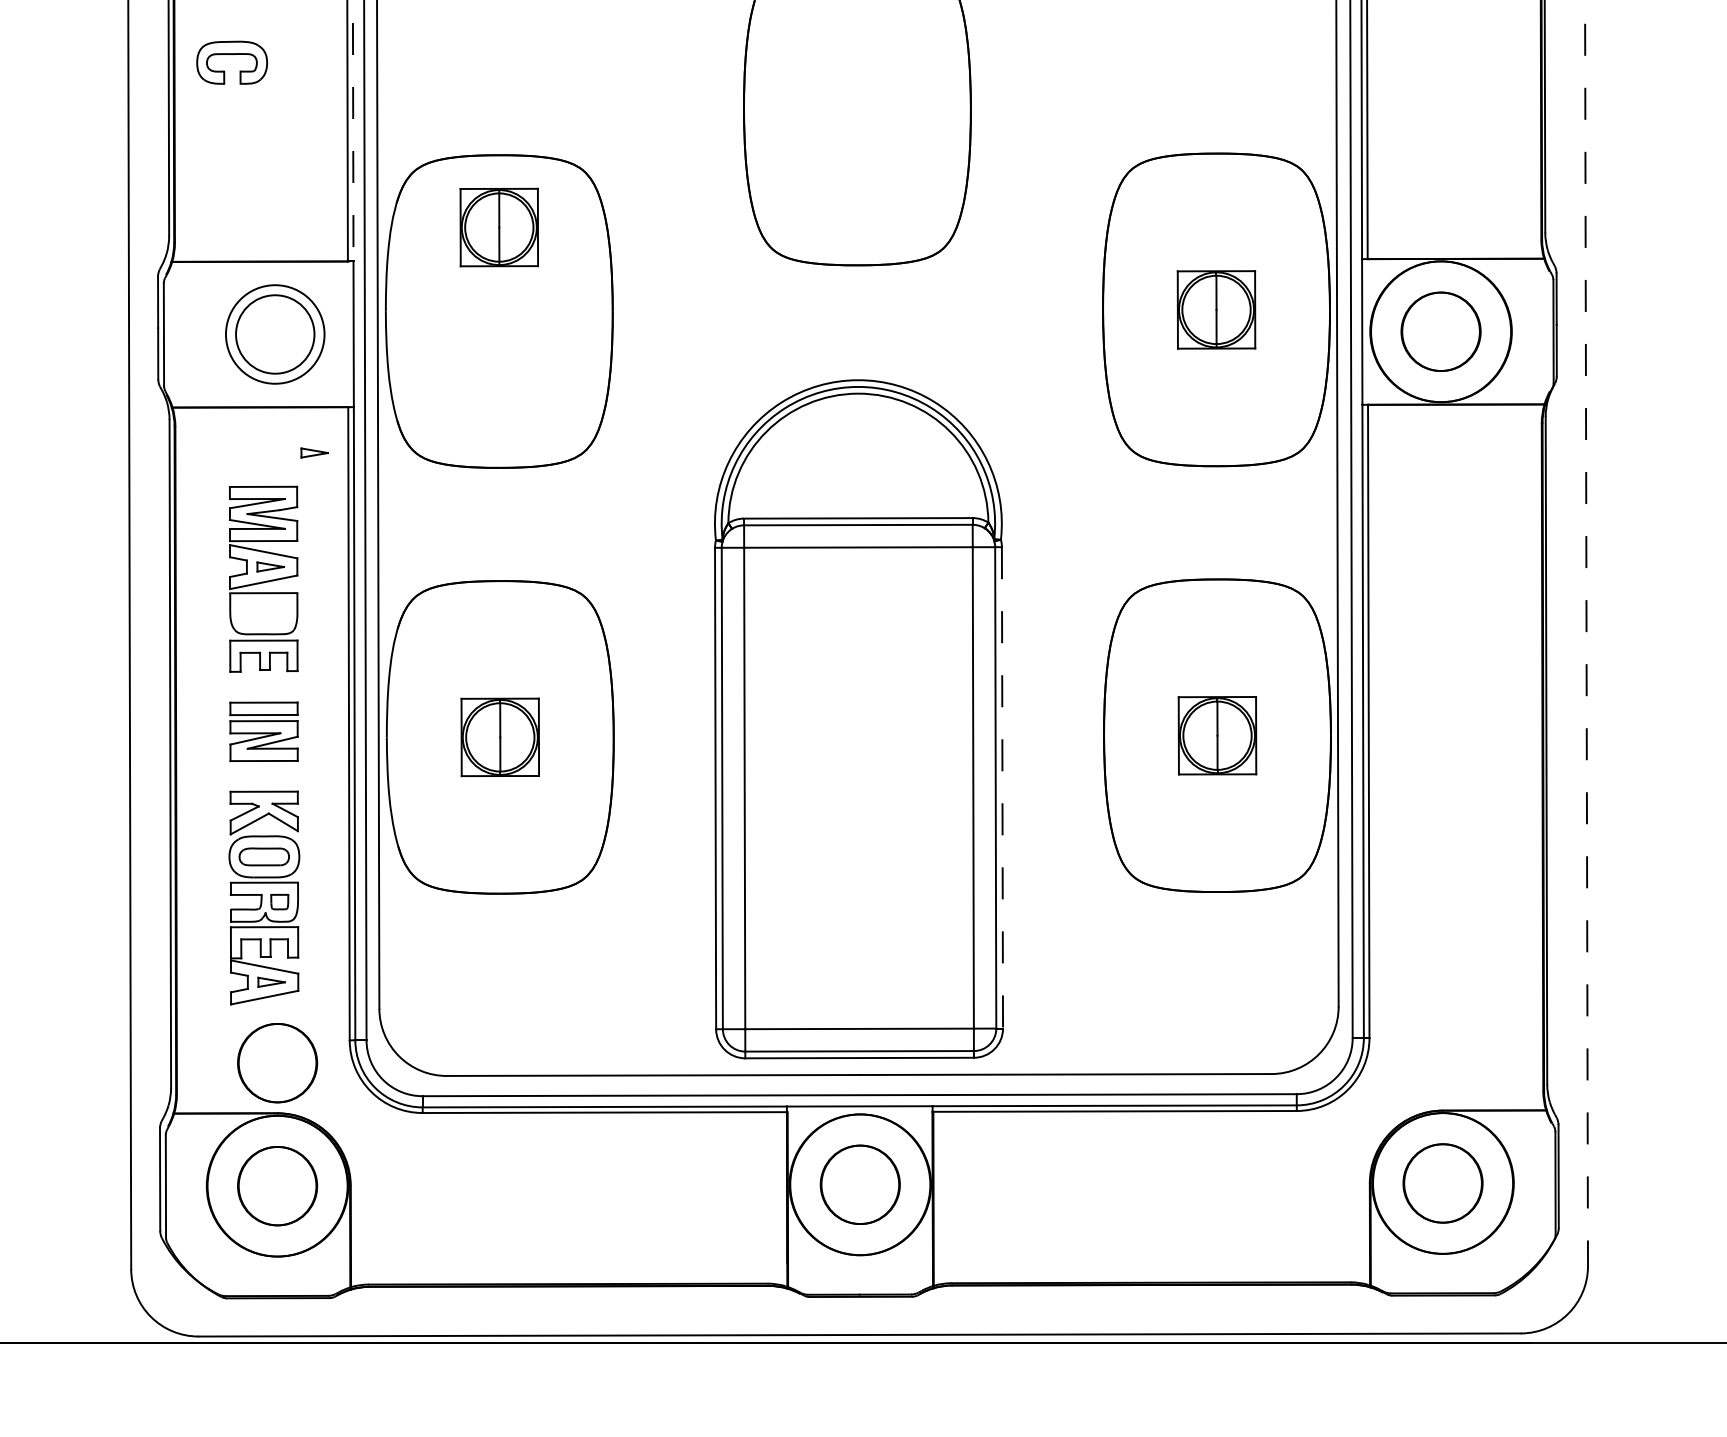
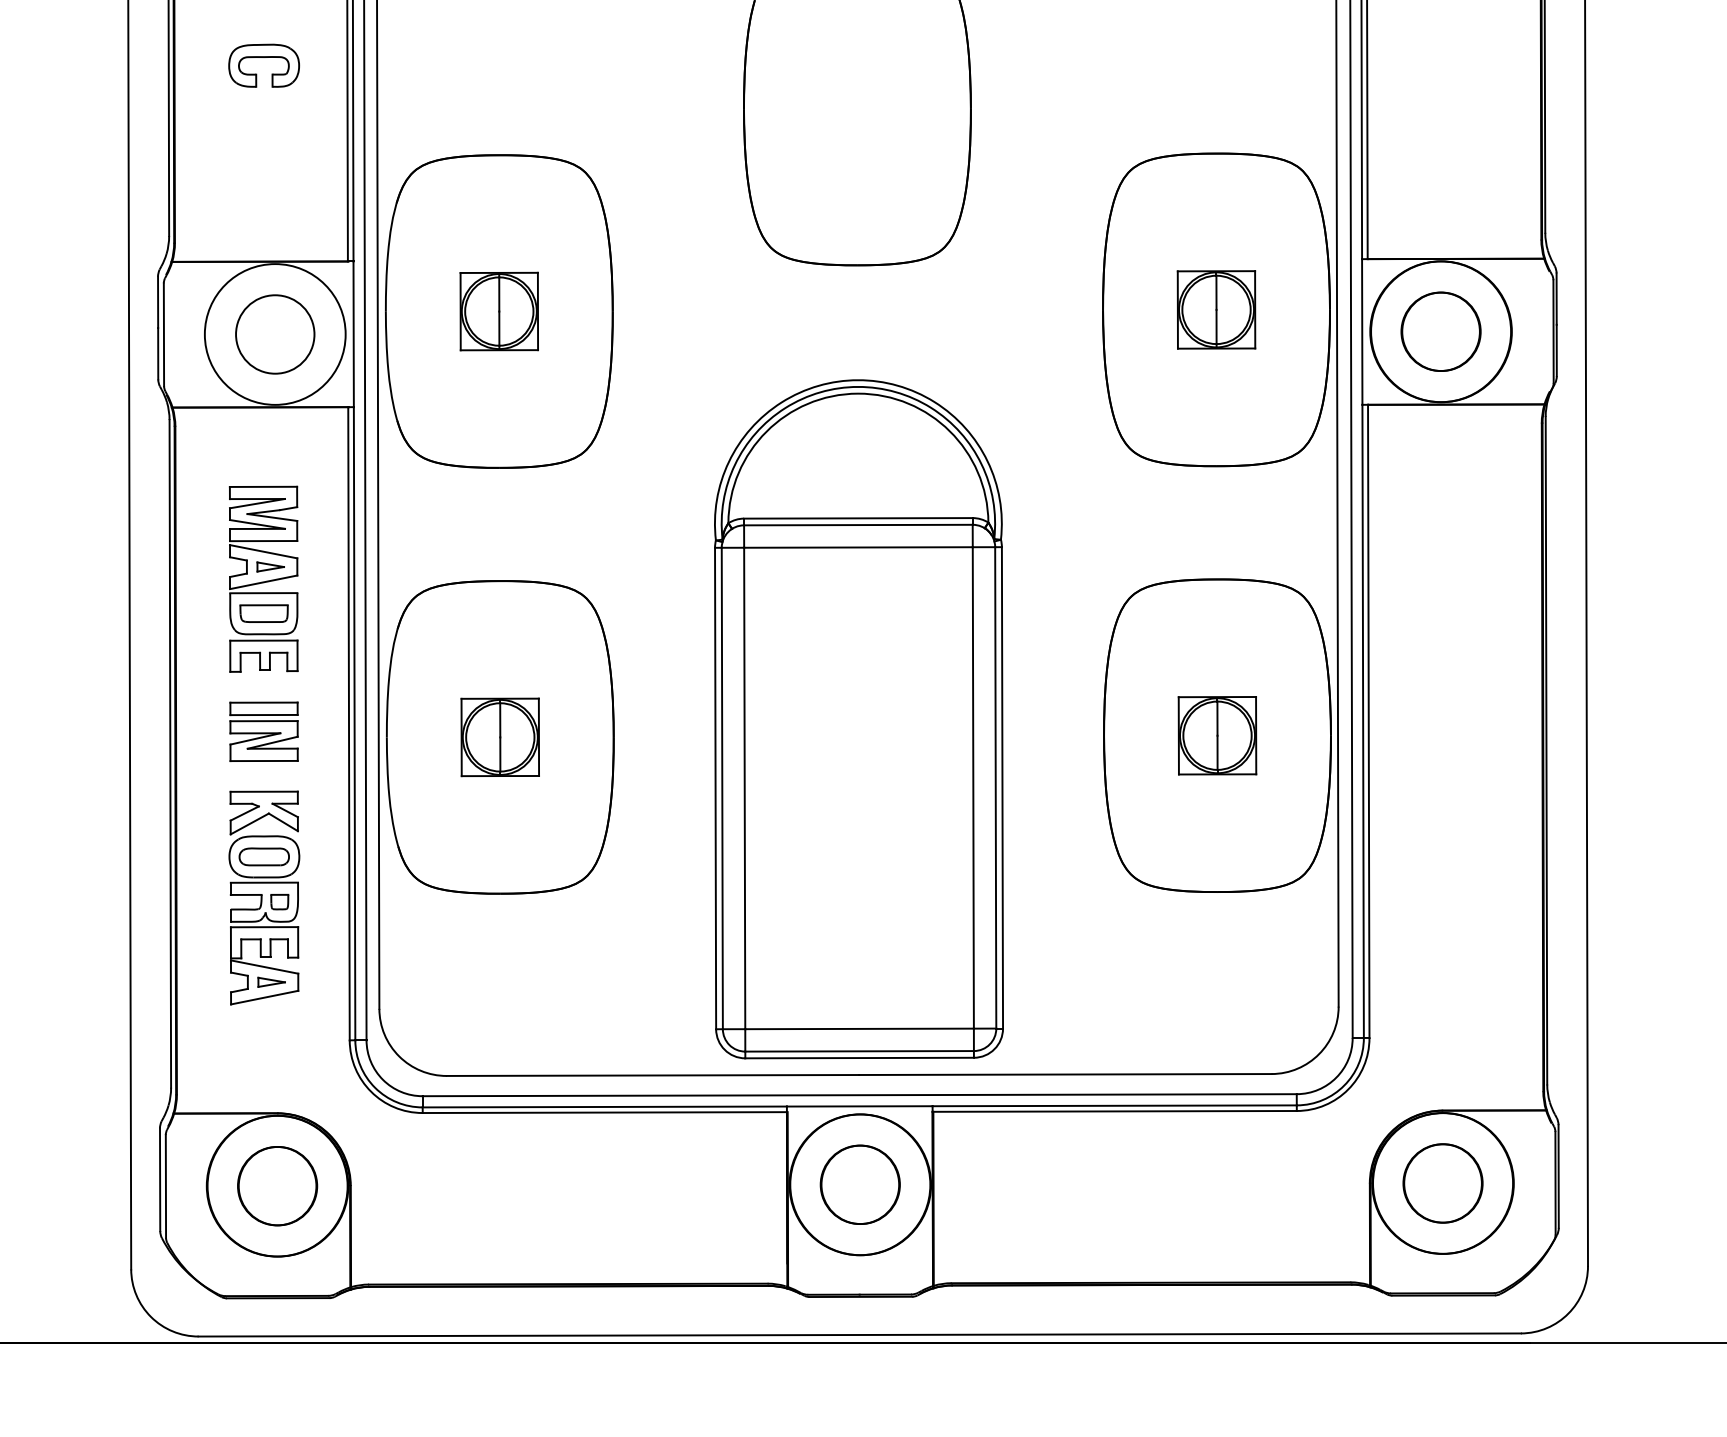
part at (231, 54) position: (231, 54) -> (263, 57)
line at (353, 131): dashed -> solid
part at (498, 227) position: (498, 227) -> (498, 311)
circle at (274, 334) diameter: 99 px -> 141 px
part at (314, 452): present -> none
part at (263, 613): none -> present
line at (1586, 633): dashed -> solid
line at (1002, 787): dashed -> solid
part at (277, 1063): present -> none
